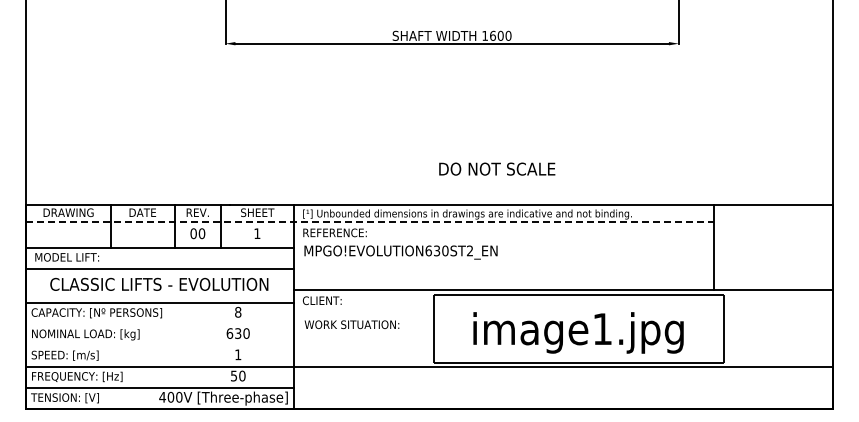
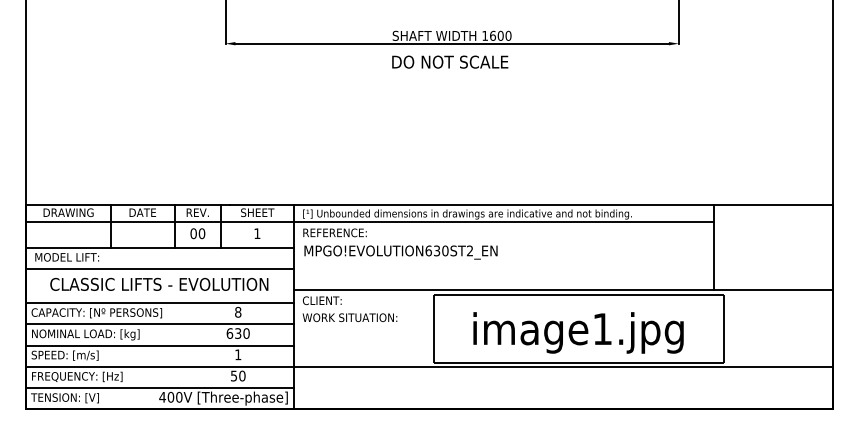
text at (497, 168) position: (497, 168) -> (450, 61)
line at (370, 222): dashed -> solid
line at (159, 324): none -> present
text at (351, 324) position: (351, 324) -> (349, 317)
line at (159, 345): none -> present
